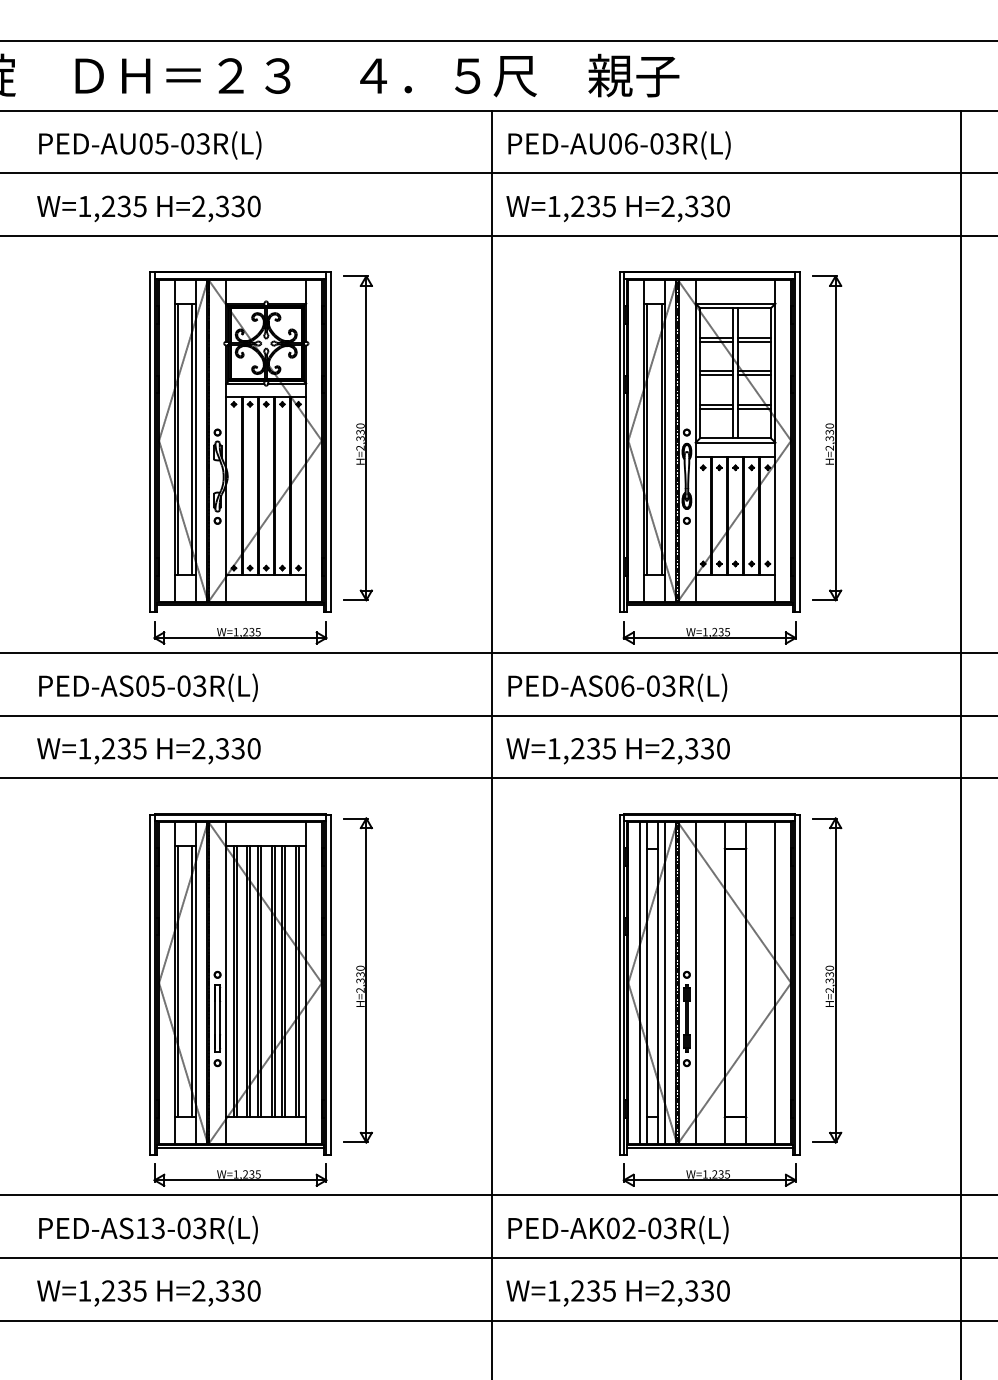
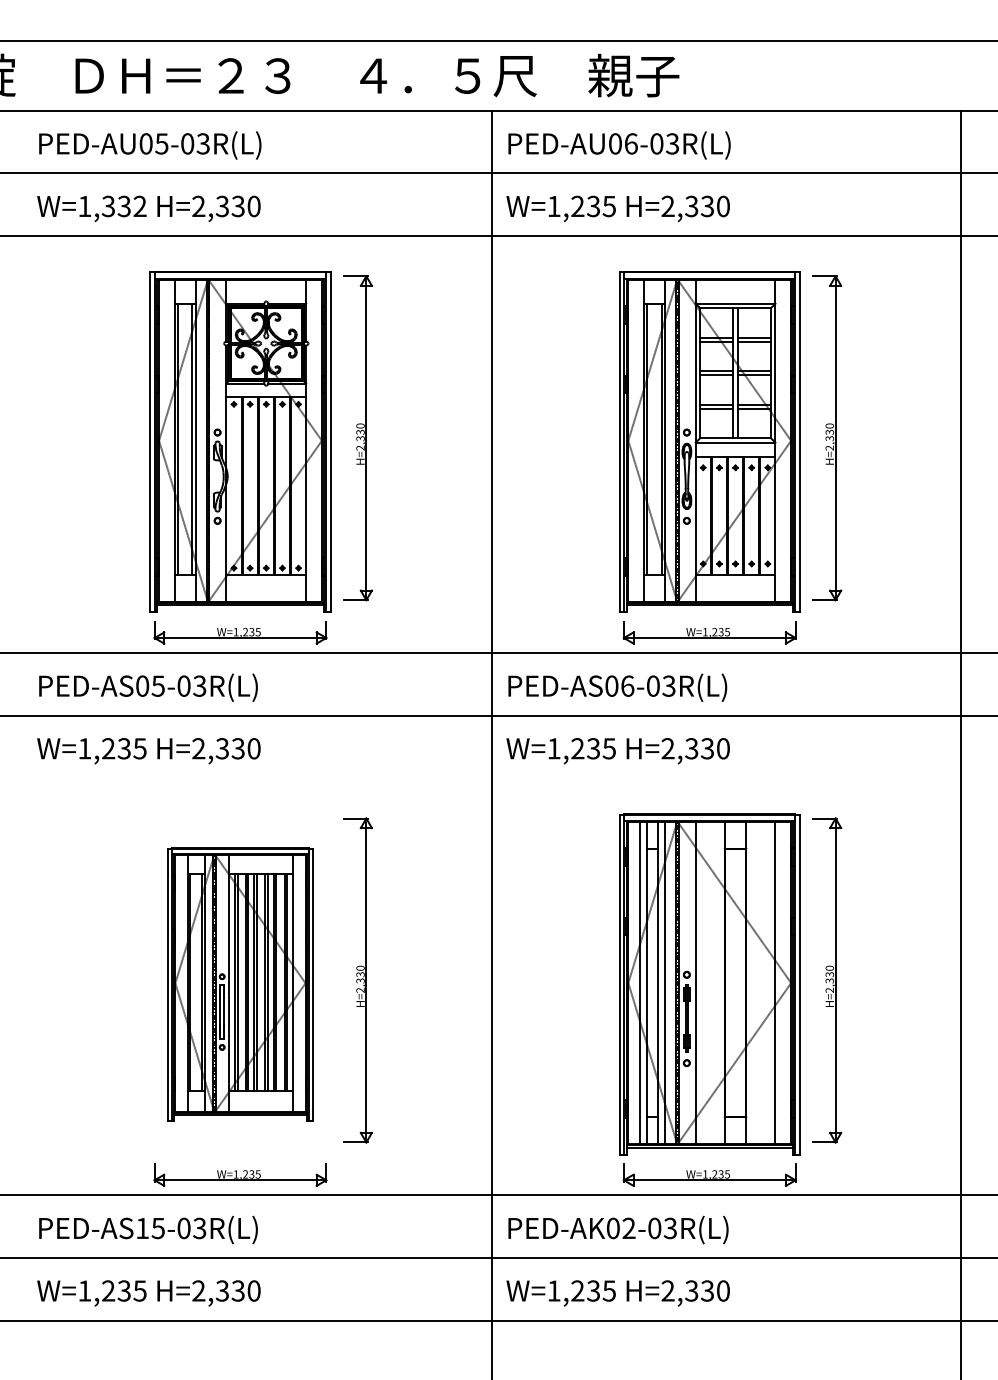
text at (123, 206): W=1,235 -> W=1,332
line at (498, 778): present -> none
part at (240, 984) size: 183x343 px -> 147x275 px
text at (158, 1227): PED-AS13-03R(L) -> PED-AS15-03R(L)
